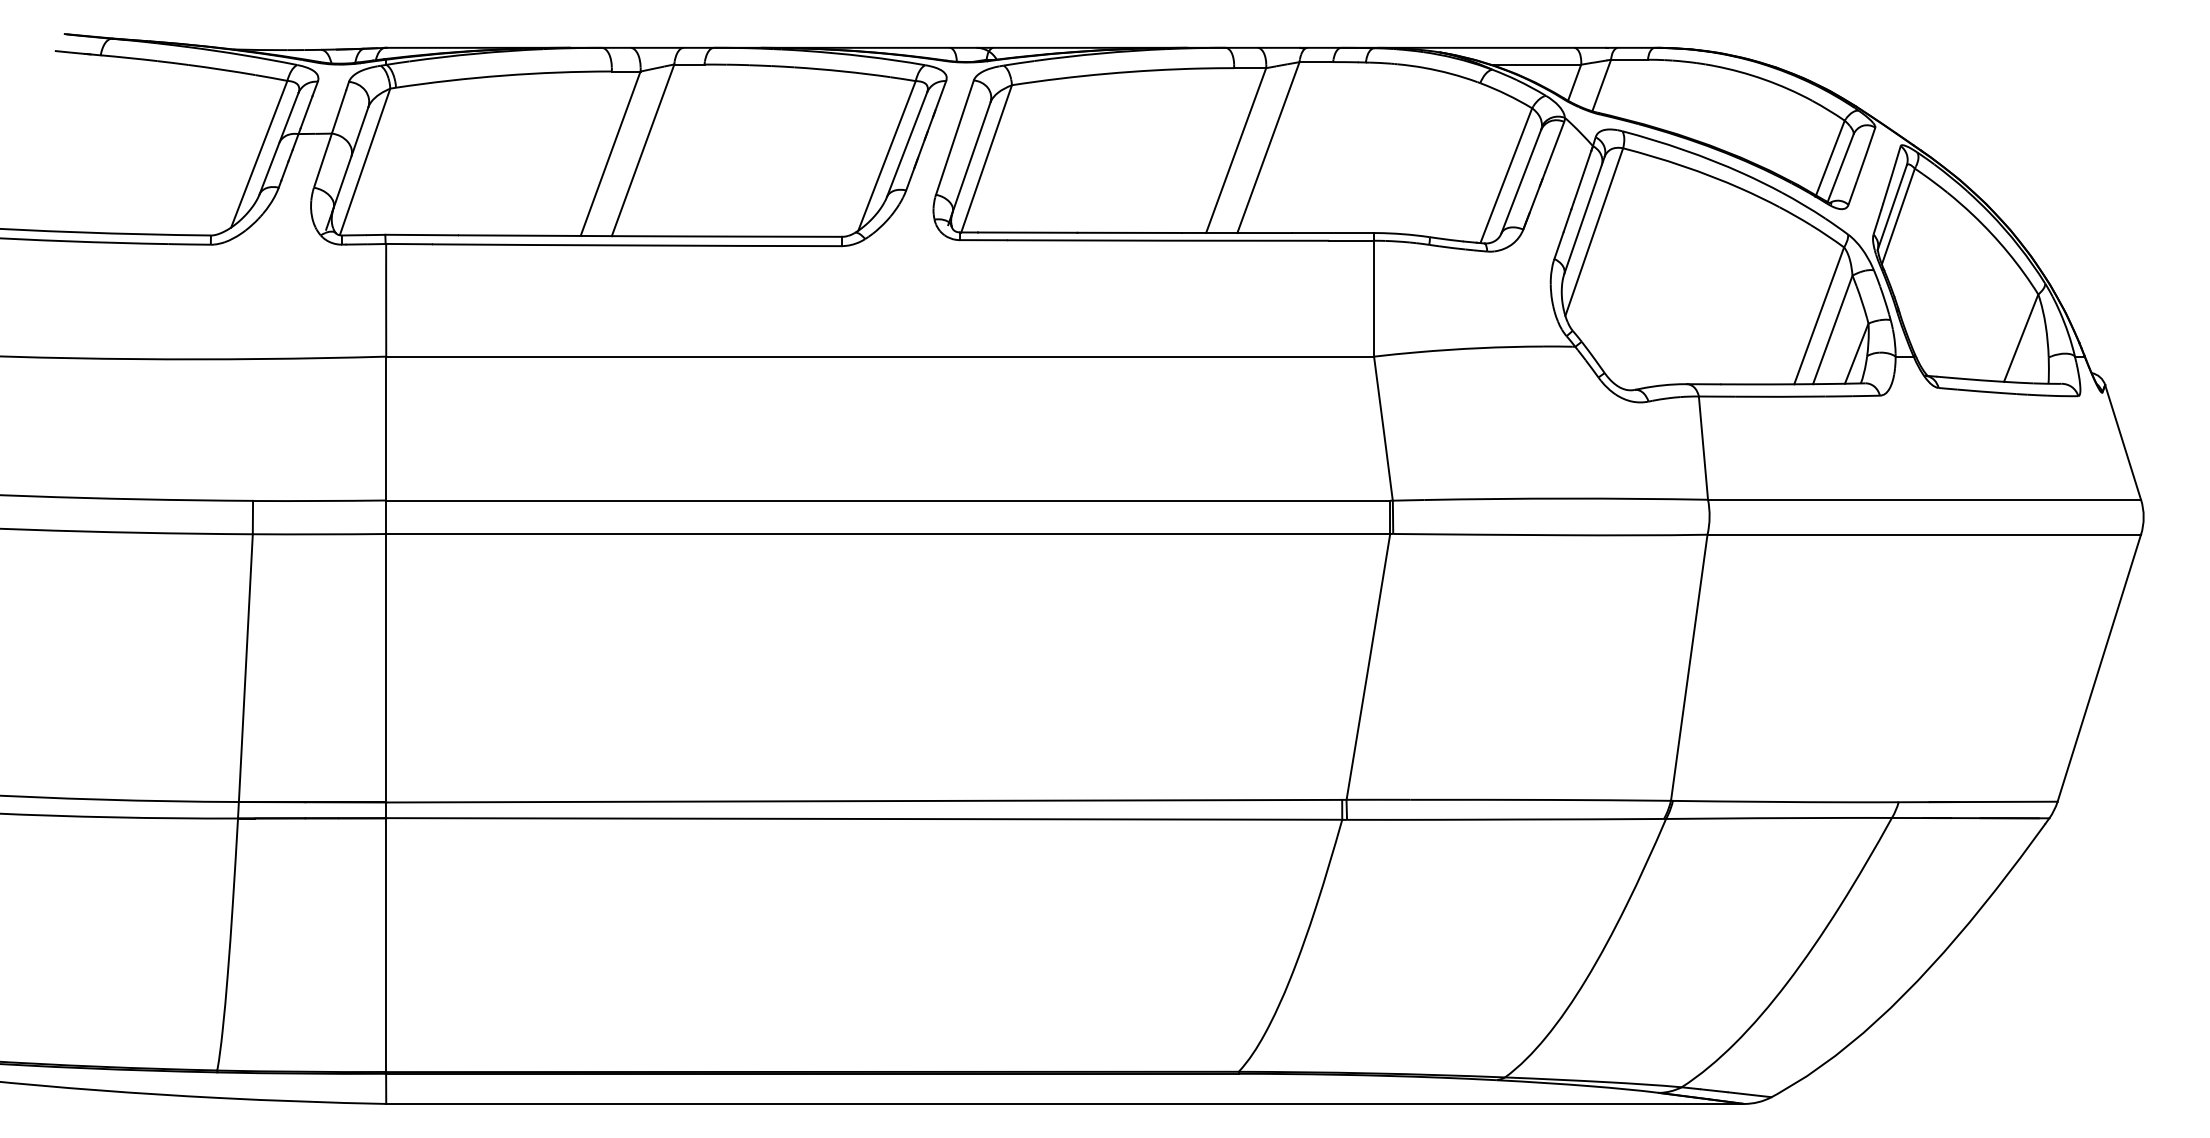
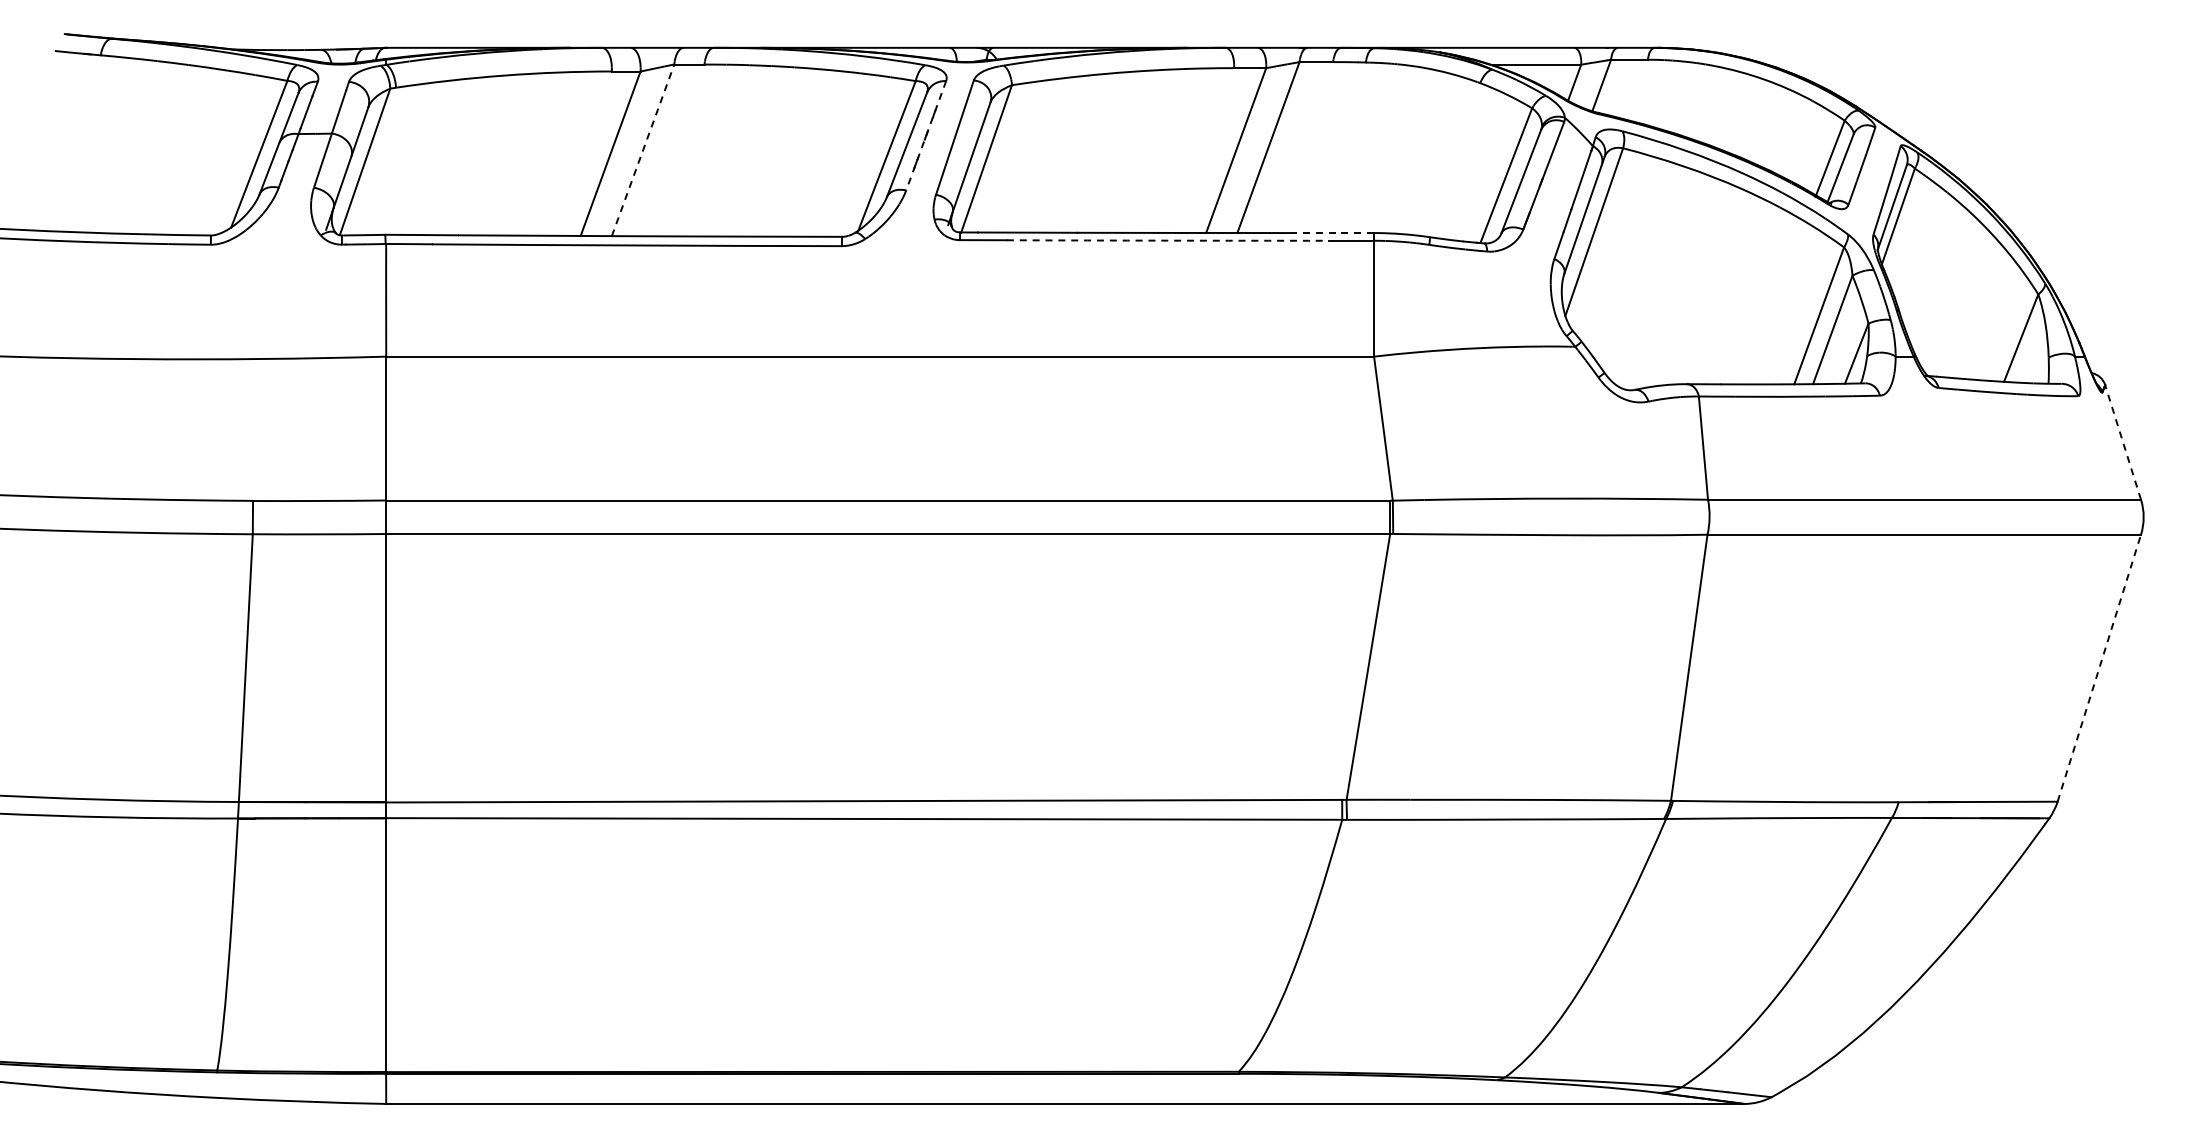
line at (926, 136): solid -> dashed
line at (643, 149): solid -> dashed
line at (1332, 233): solid -> dashed
arc at (1167, 240): solid -> dashed
line at (2123, 442): solid -> dashed
line at (2099, 668): solid -> dashed
